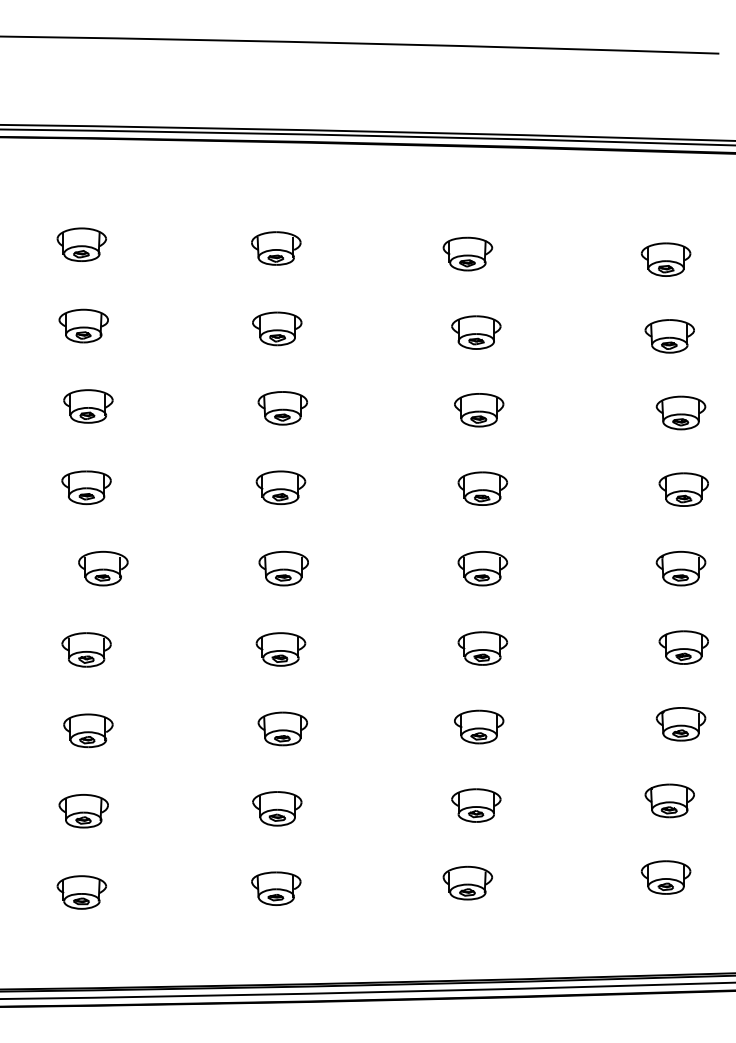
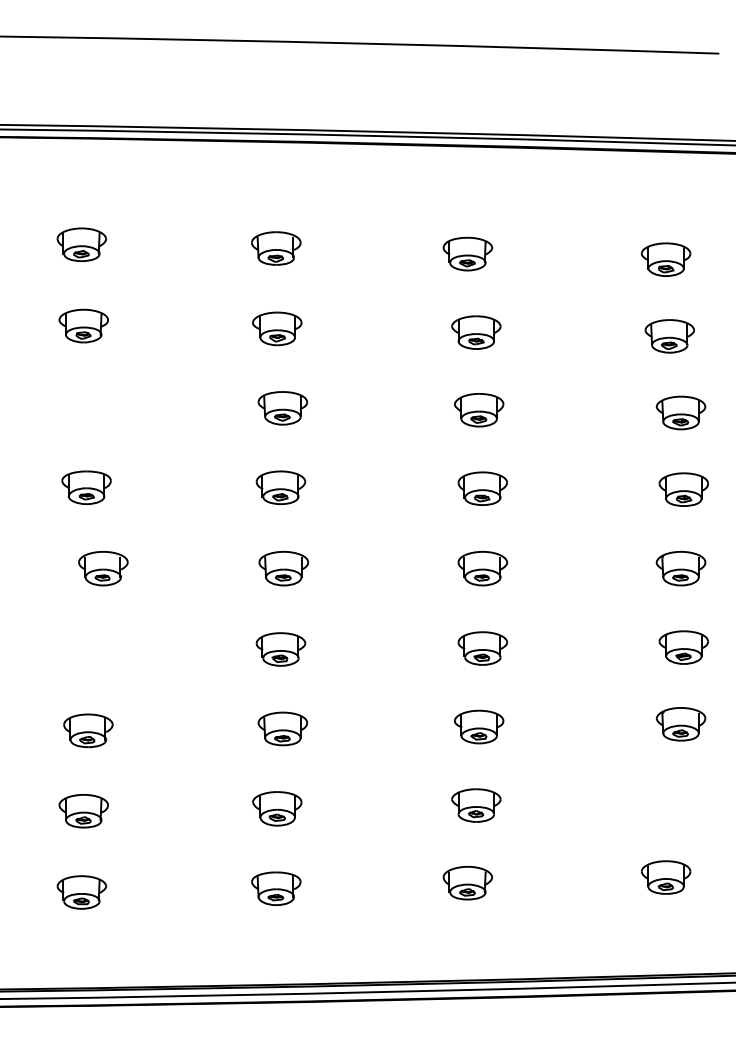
part at (88, 406): present -> none
part at (86, 649): present -> none
part at (669, 800): present -> none
